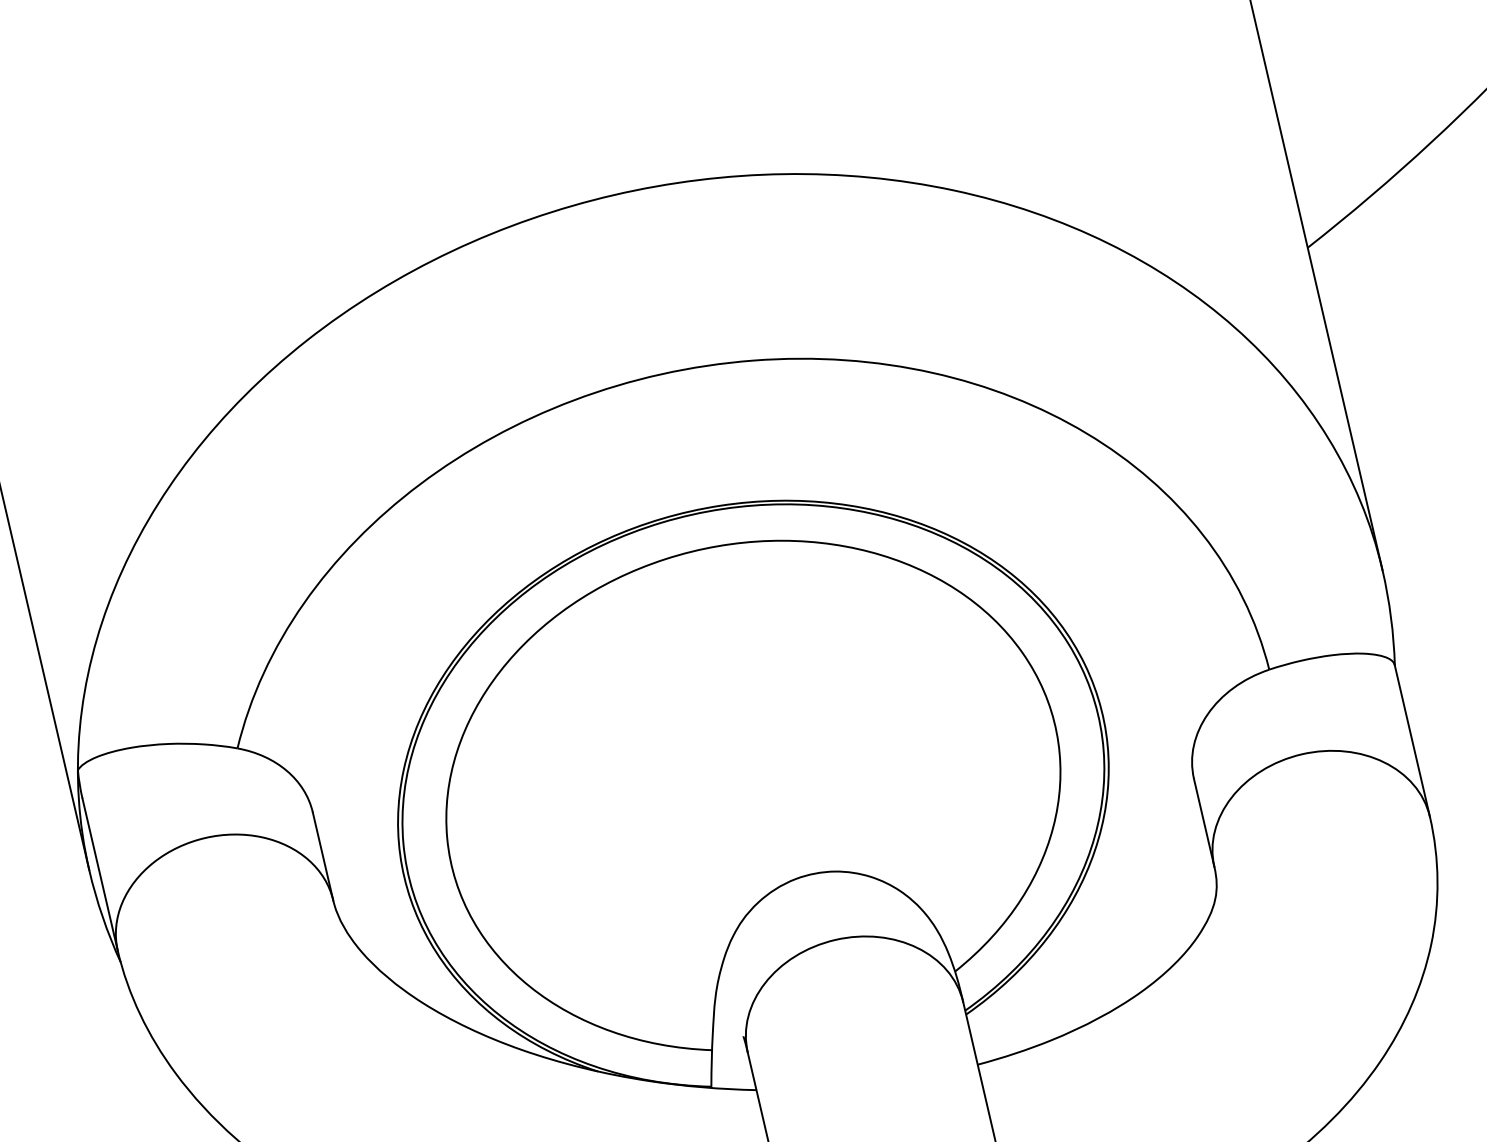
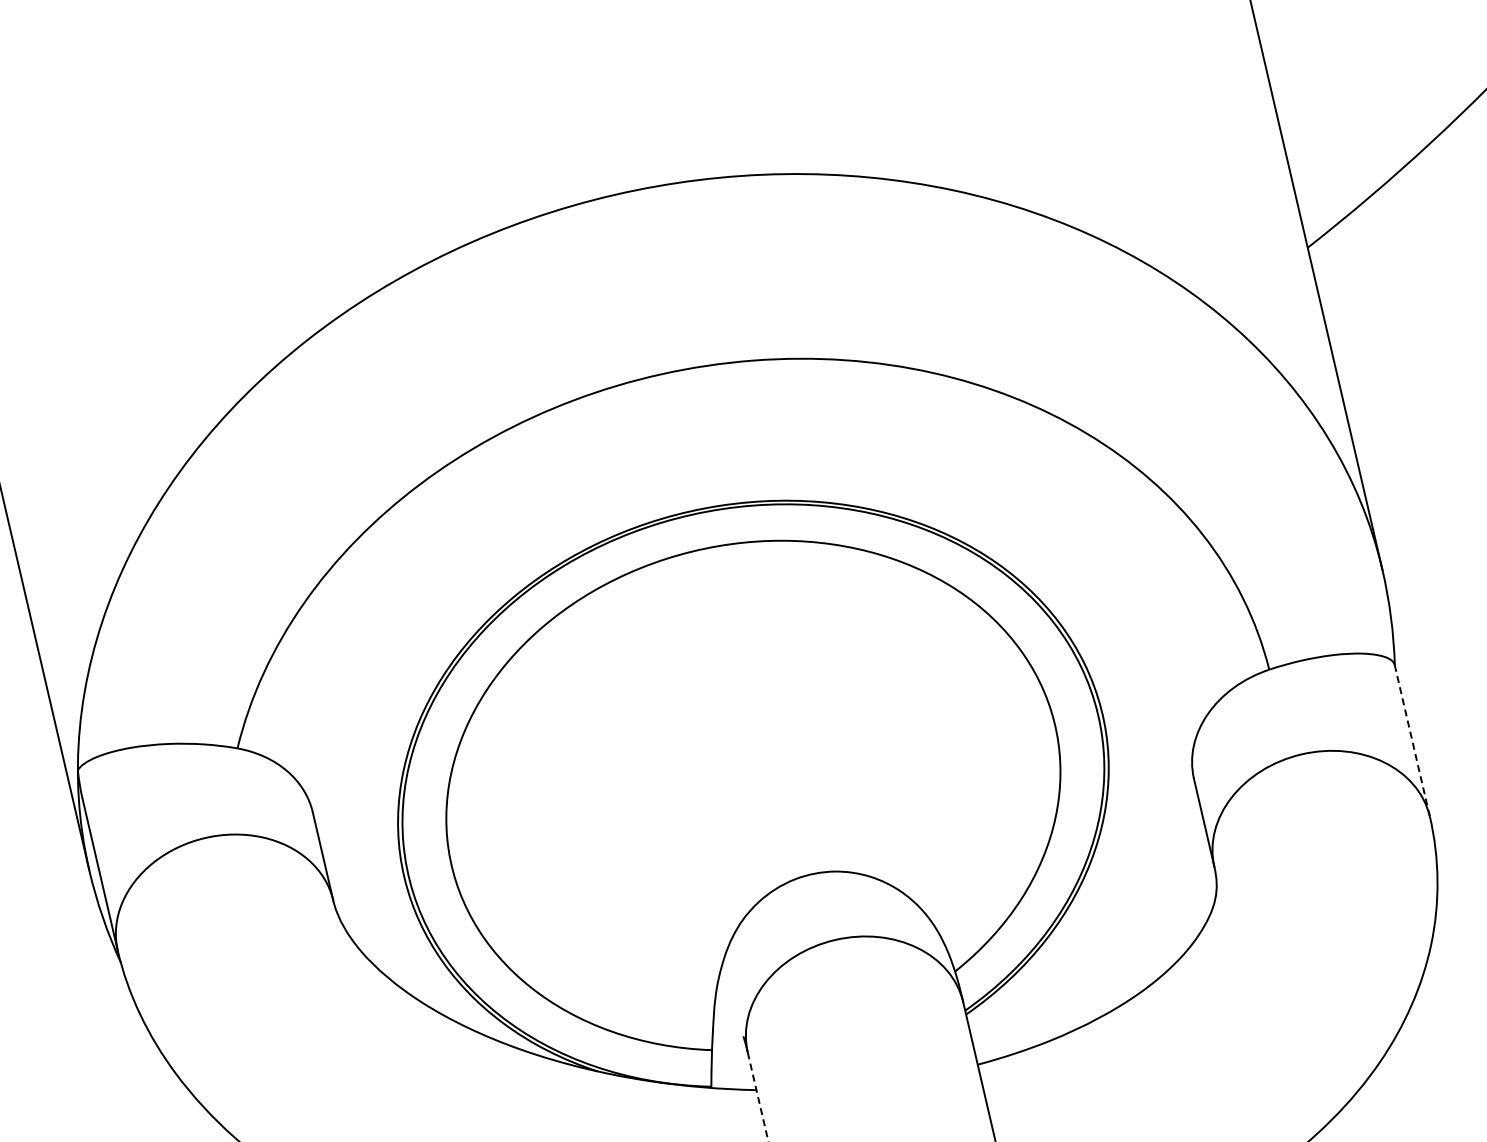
line at (1412, 740): solid -> dashed
line at (758, 1097): solid -> dashed
